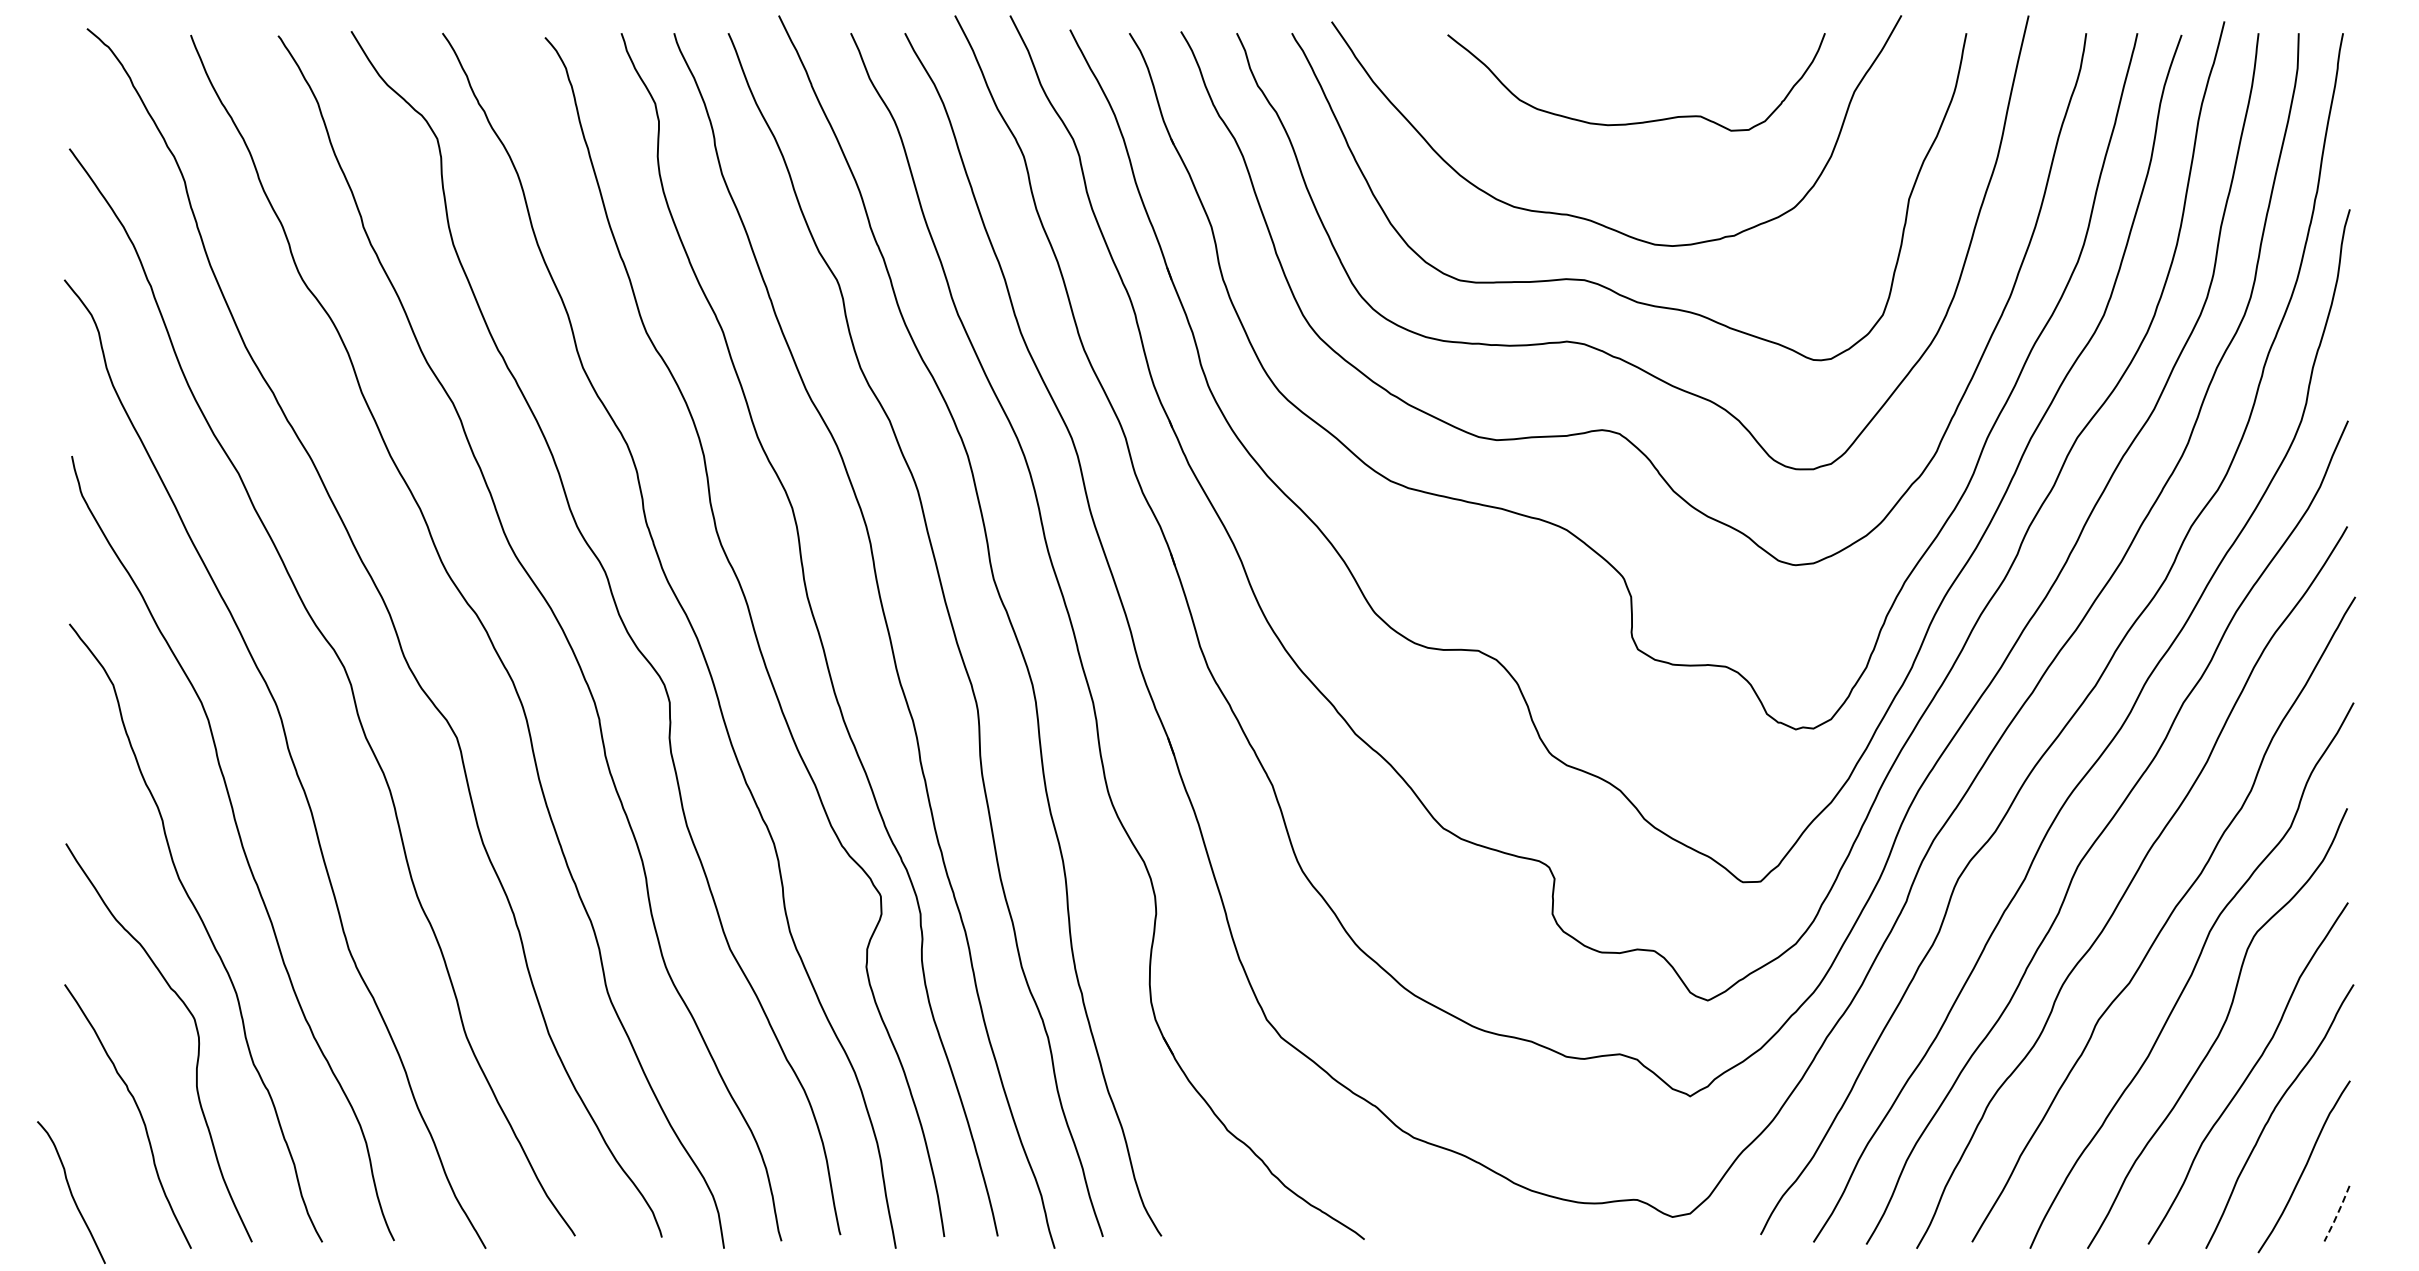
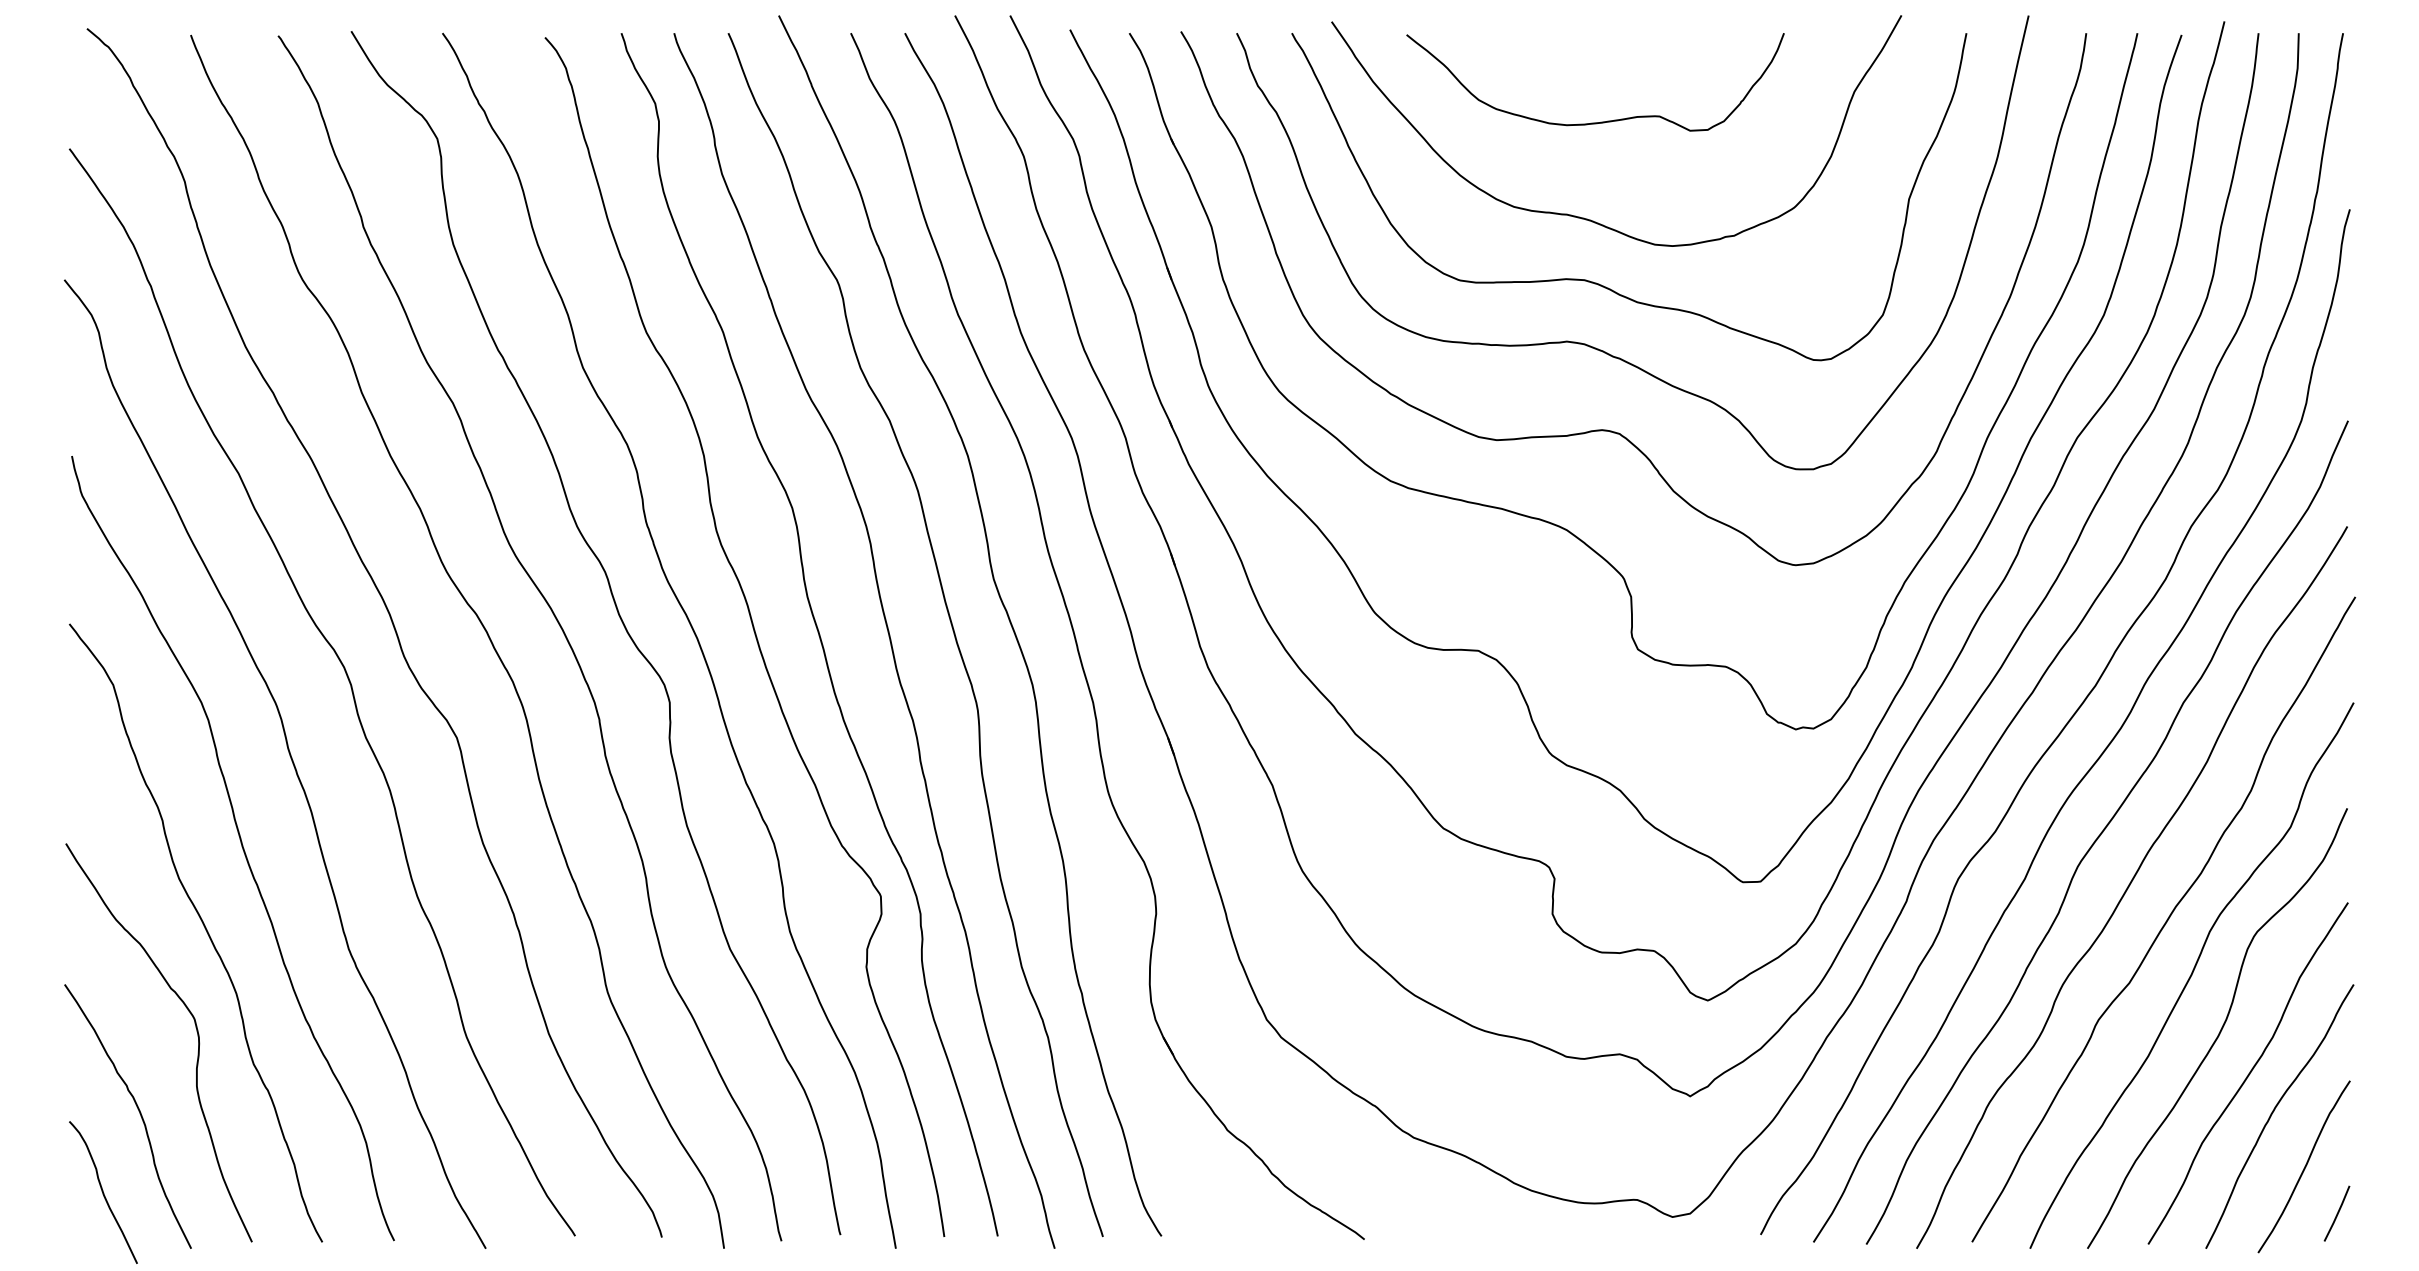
curve at (1642, 121) position: (1642, 121) -> (1601, 121)
curve at (71, 1192) position: (71, 1192) -> (103, 1192)
line at (2337, 1213): dashed -> solid
